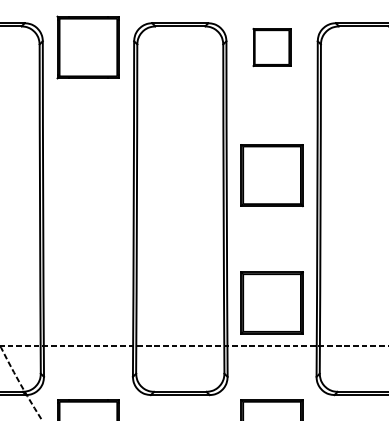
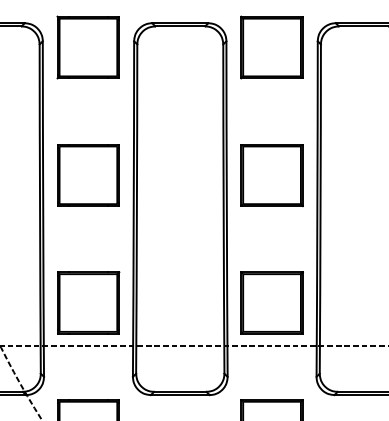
part at (271, 47) size: 40x40 px -> 64x65 px
part at (88, 175): none -> present
part at (88, 302): none -> present
